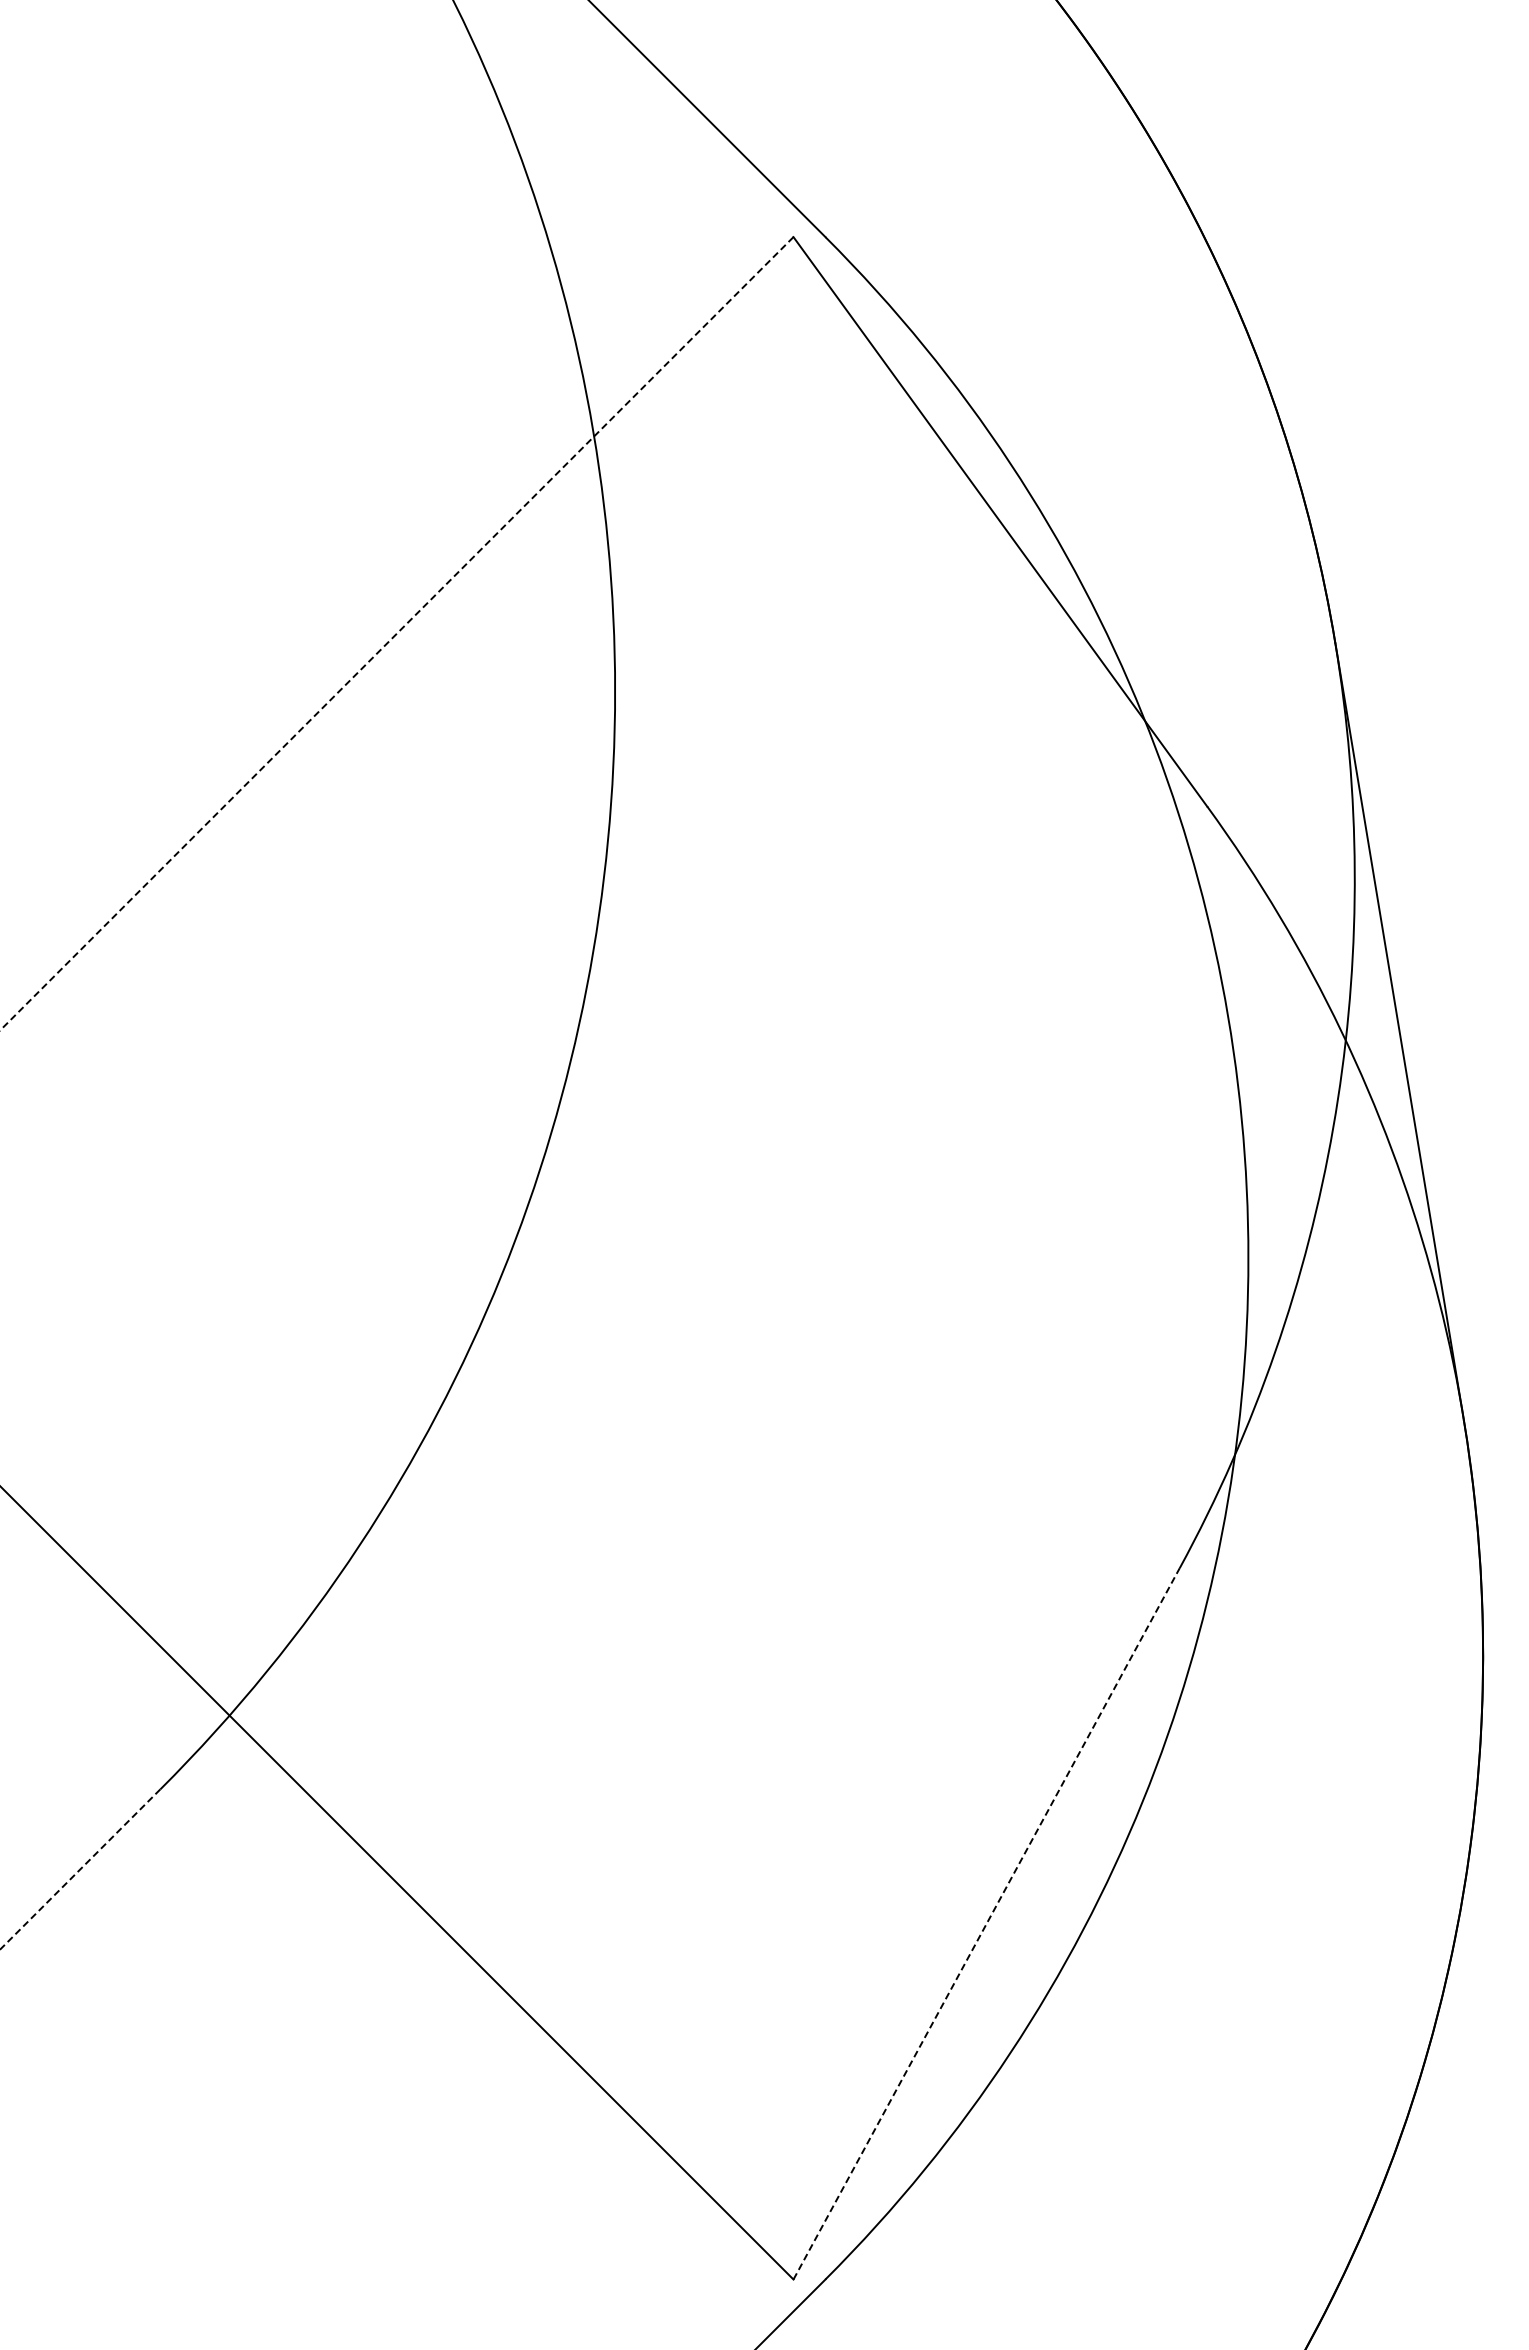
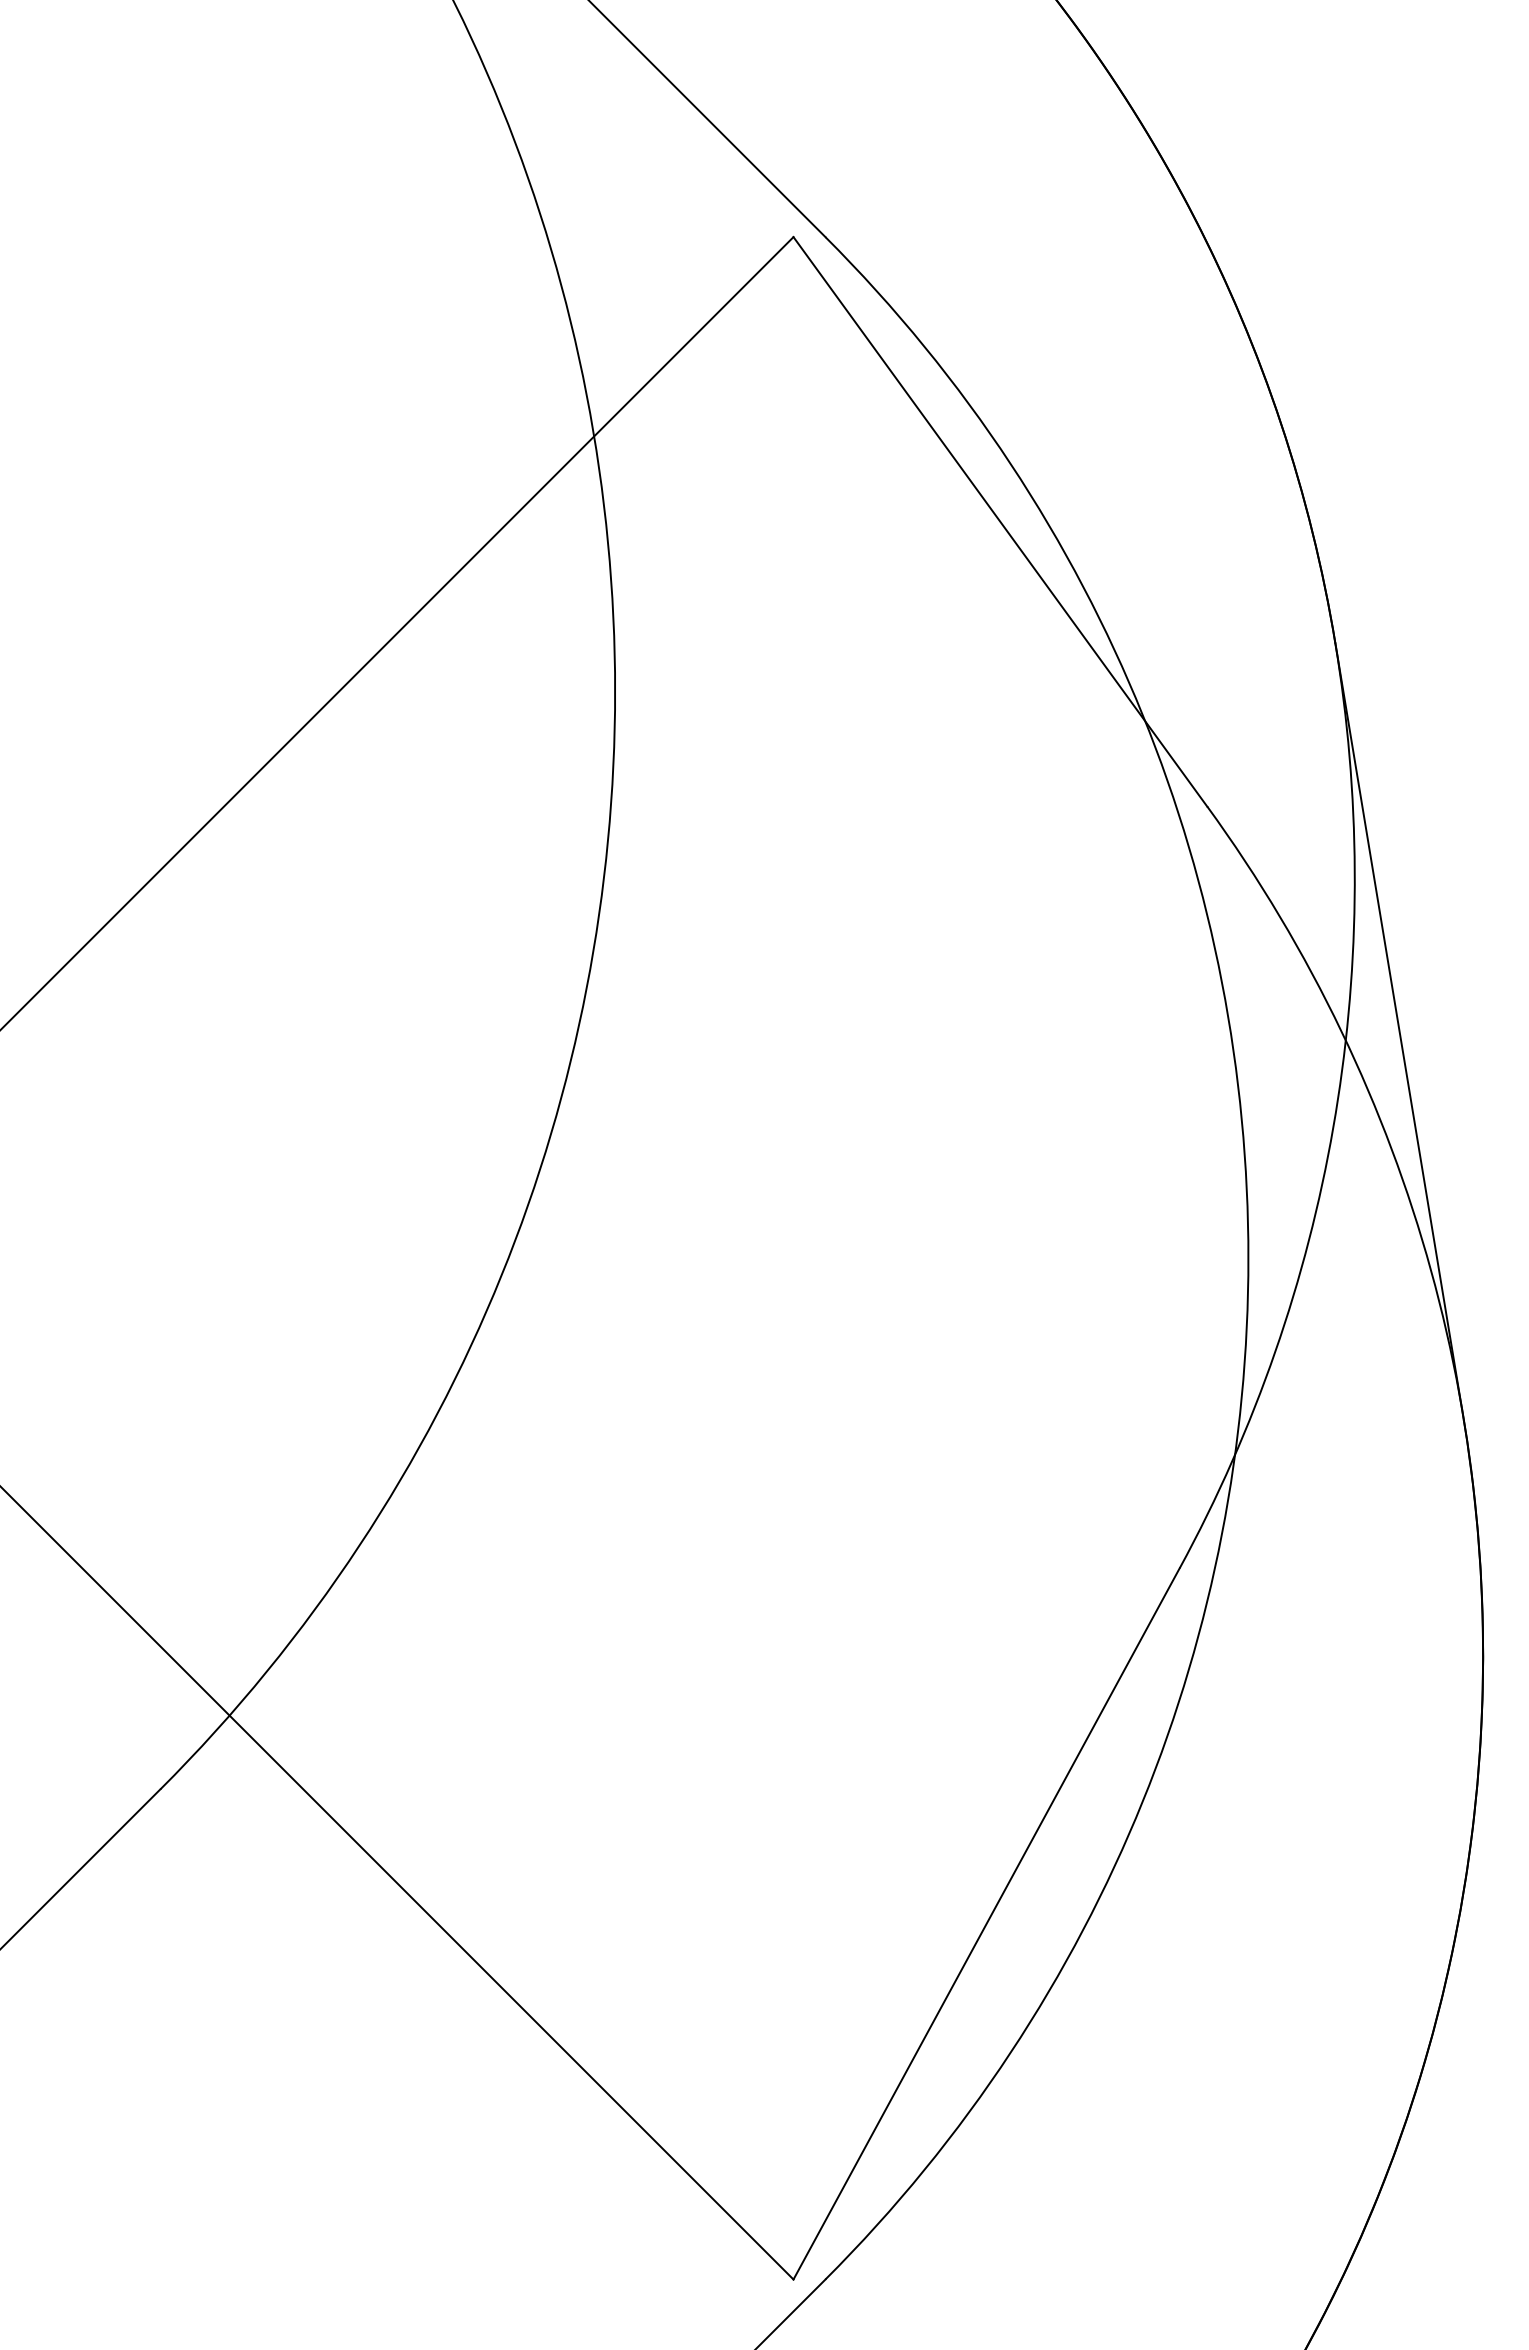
line at (396, 633): dashed -> solid
line at (79, 1869): dashed -> solid
line at (986, 1923): dashed -> solid
